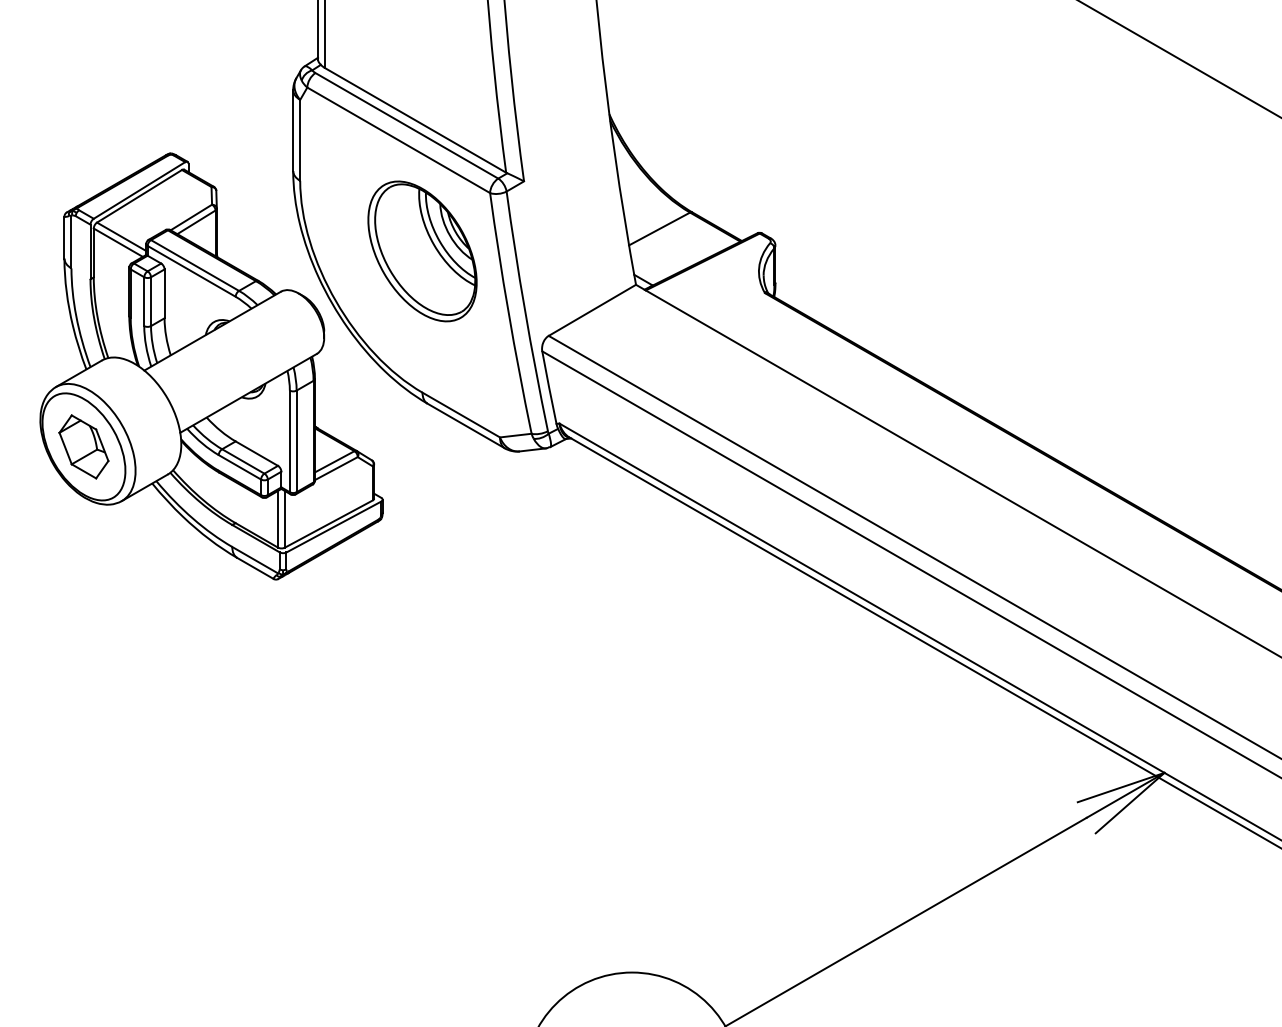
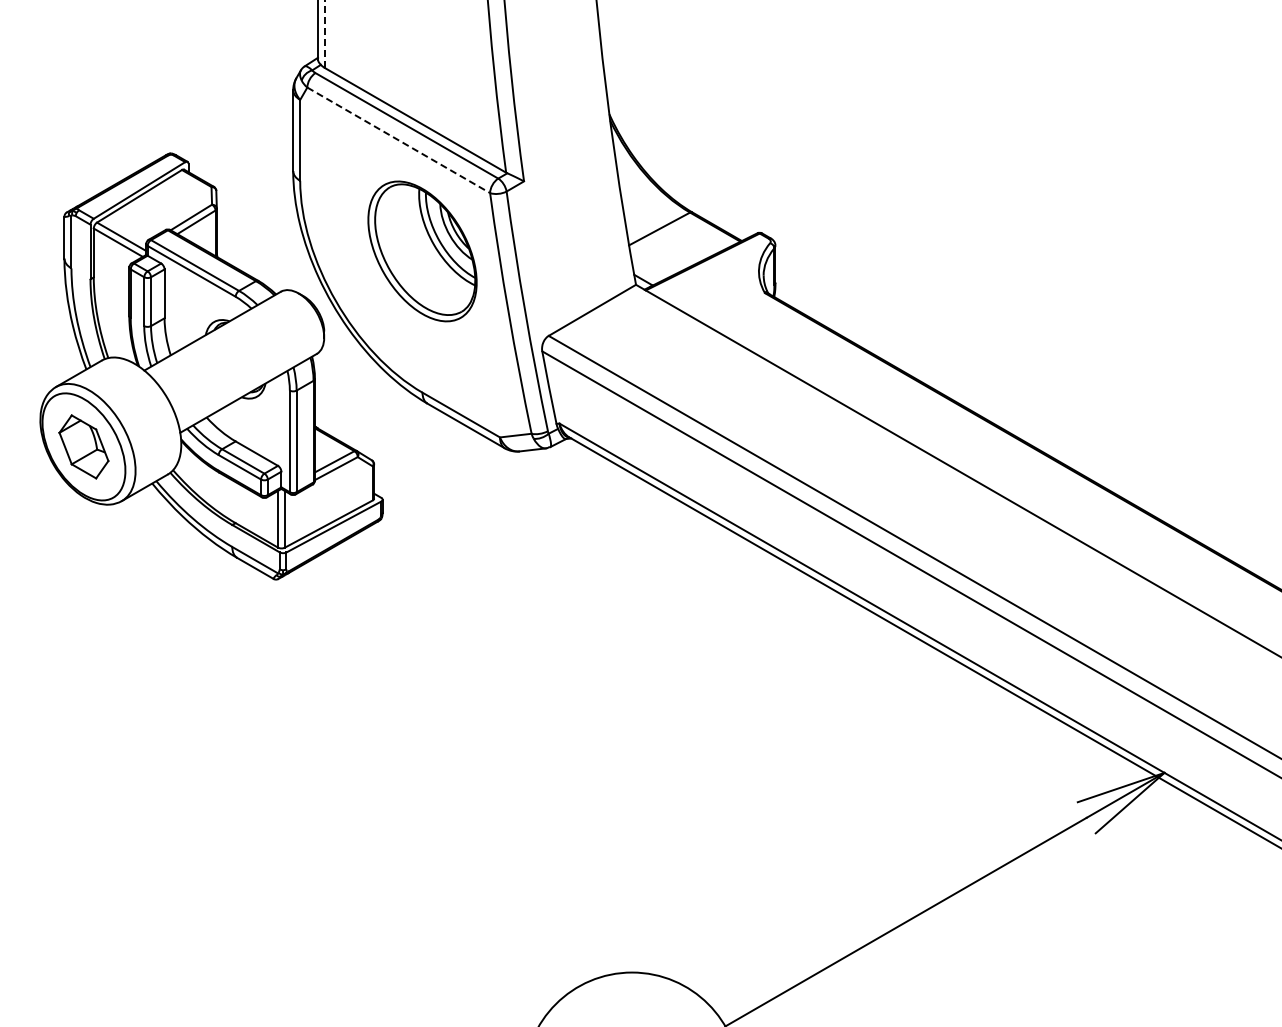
line at (325, 34): solid -> dashed
line at (1179, 59): present -> none
line at (398, 140): solid -> dashed
